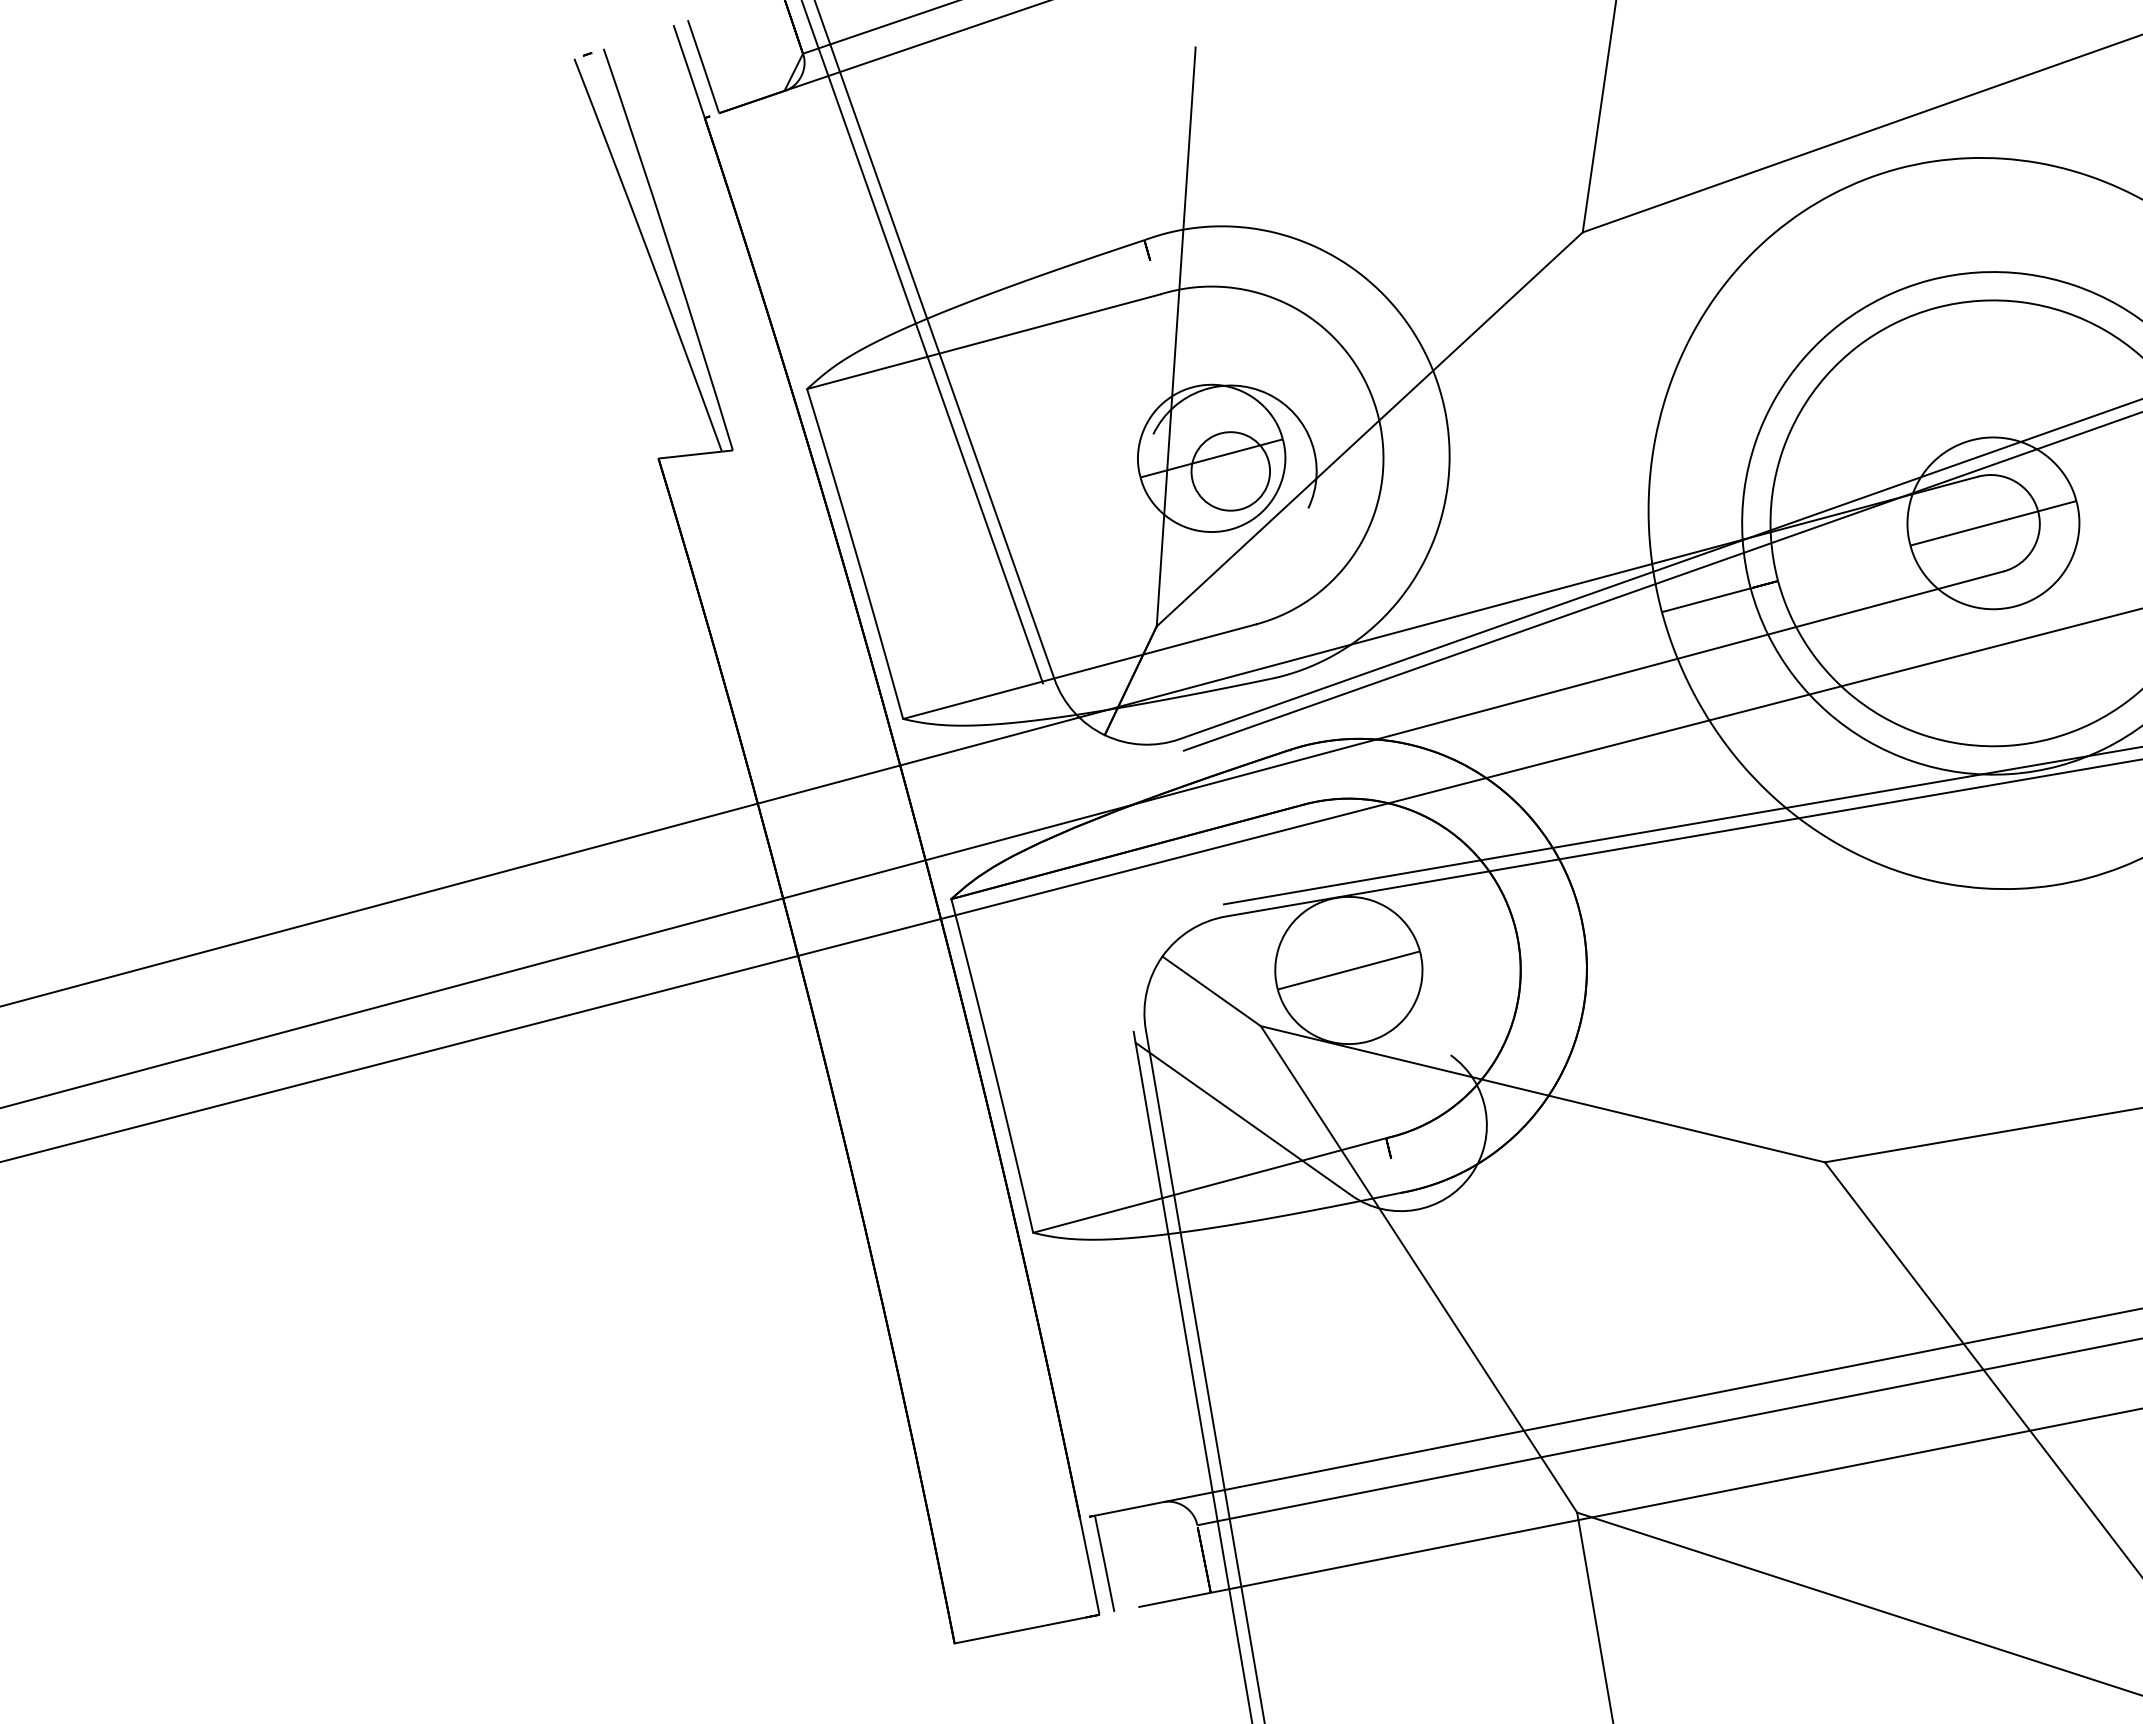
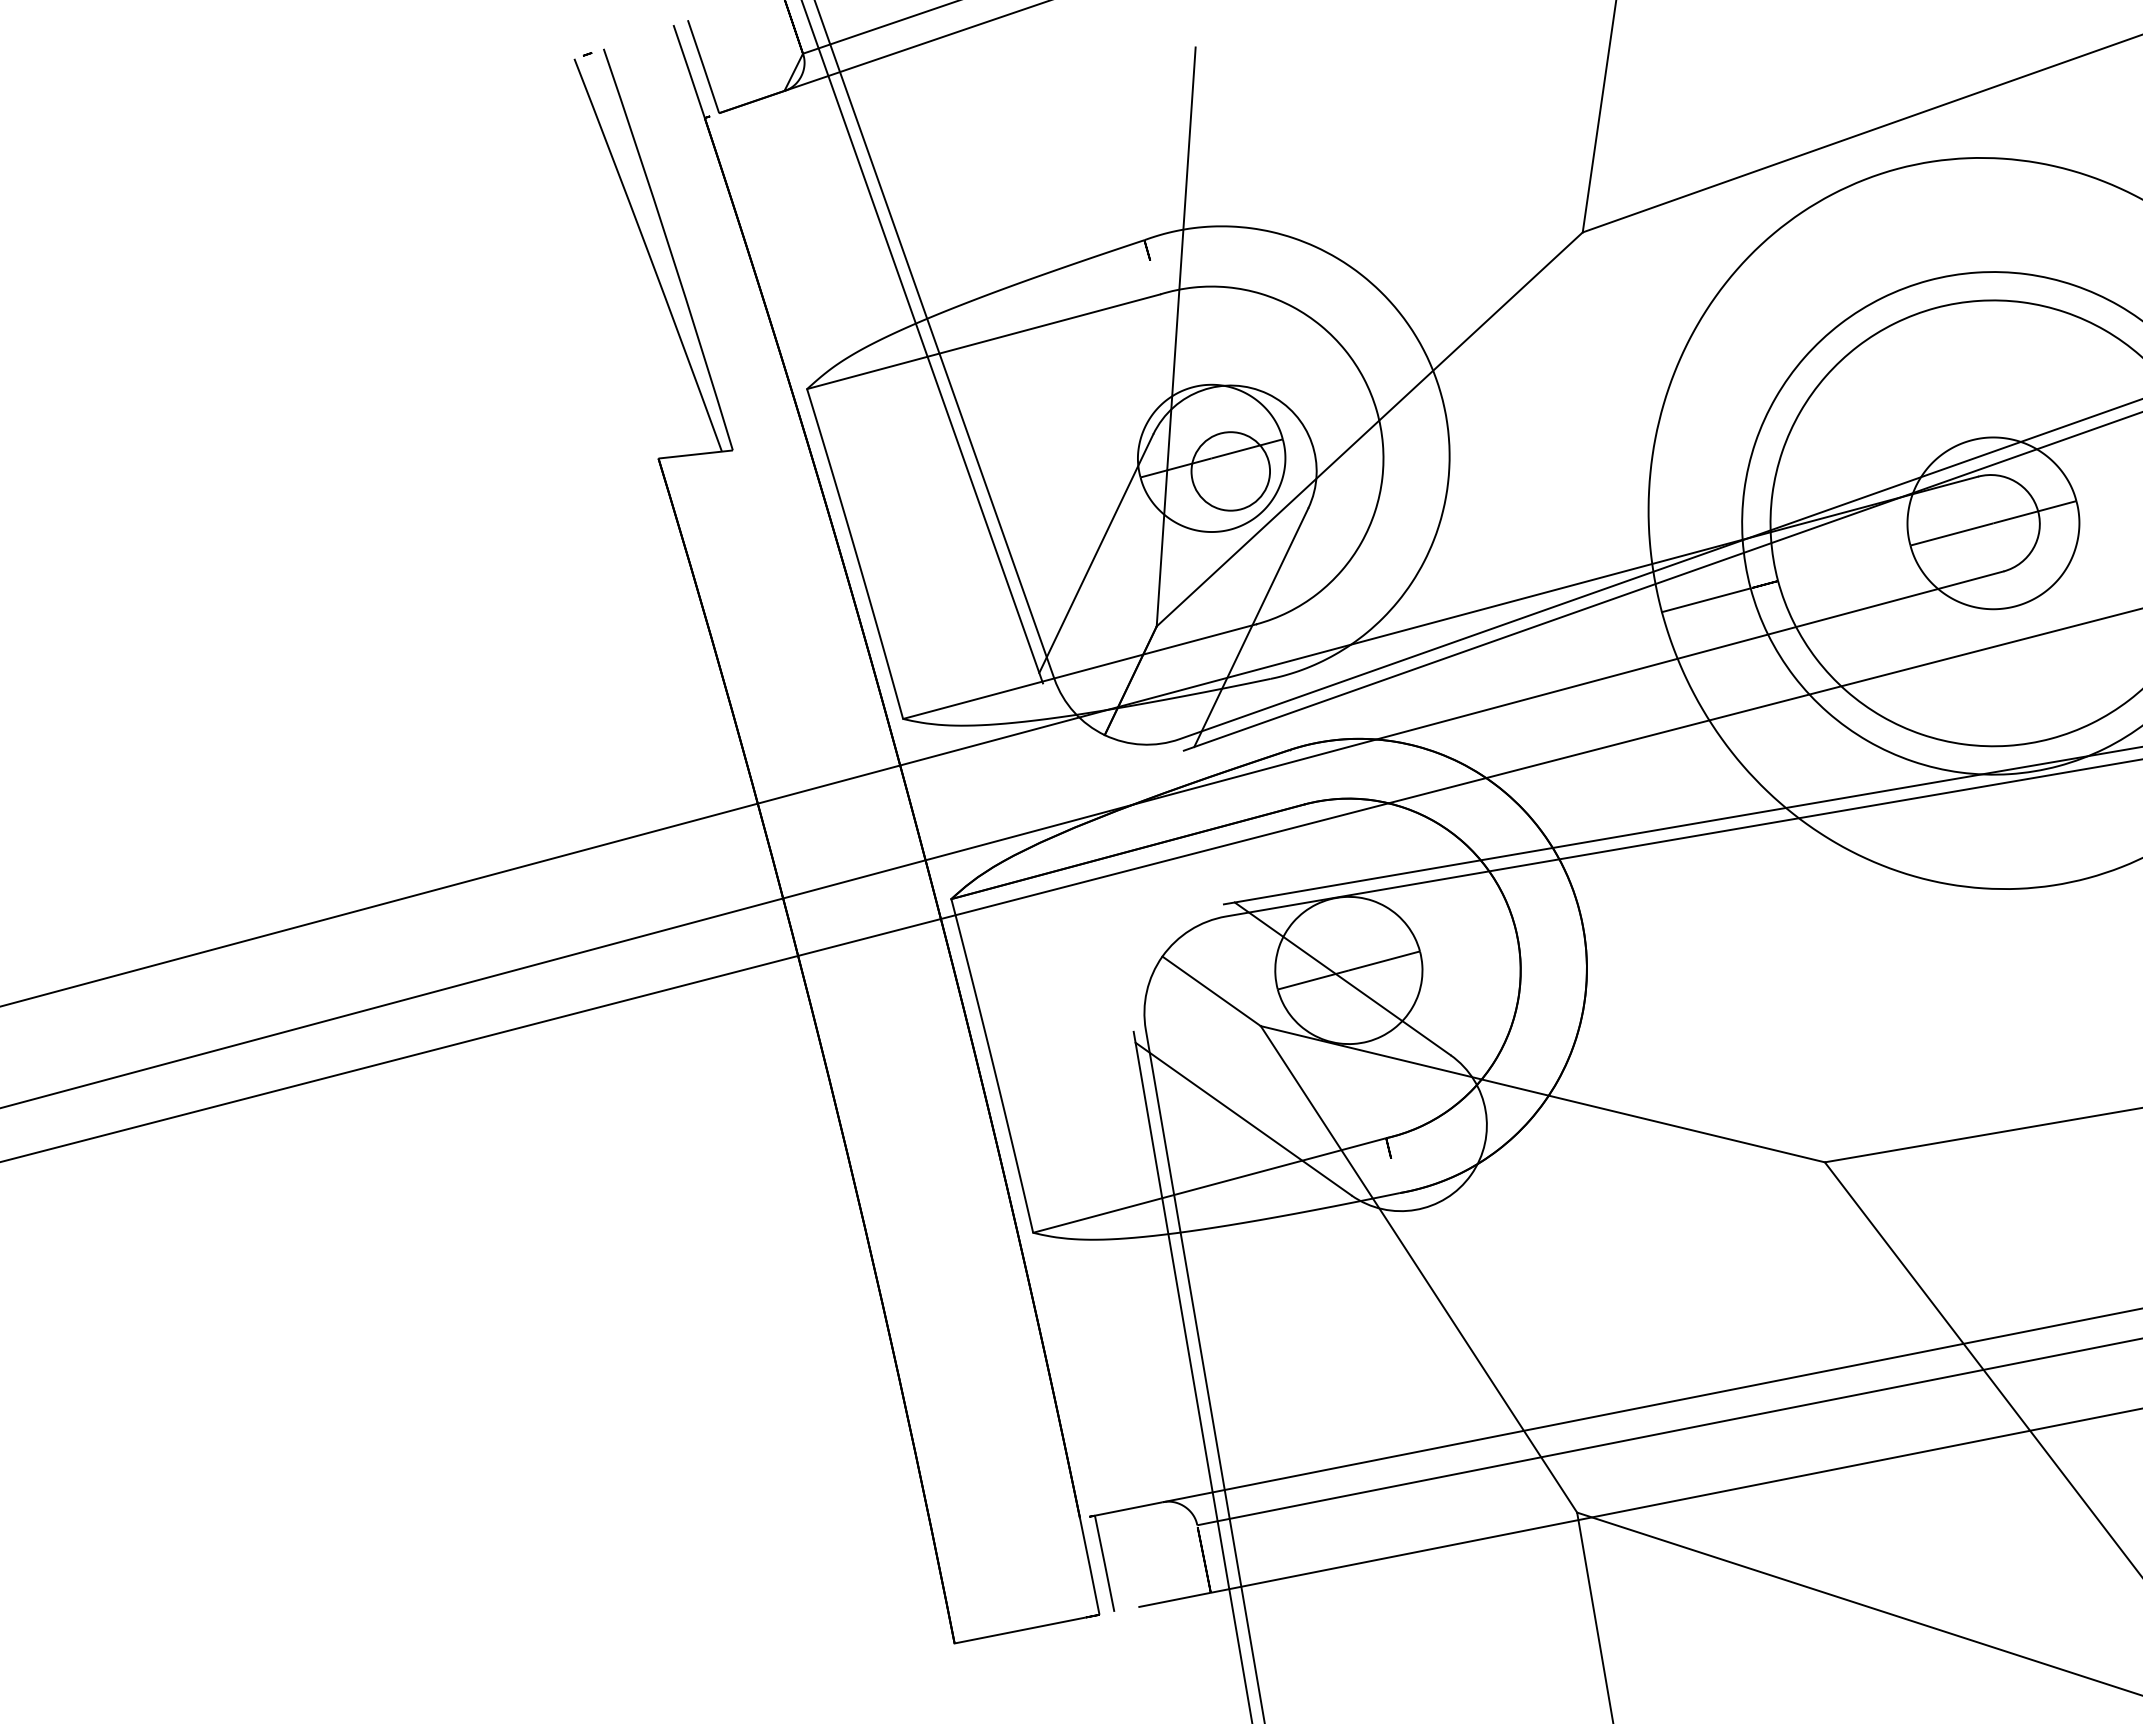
line at (1096, 553): none -> present
line at (1251, 627): none -> present
line at (1342, 978): none -> present
